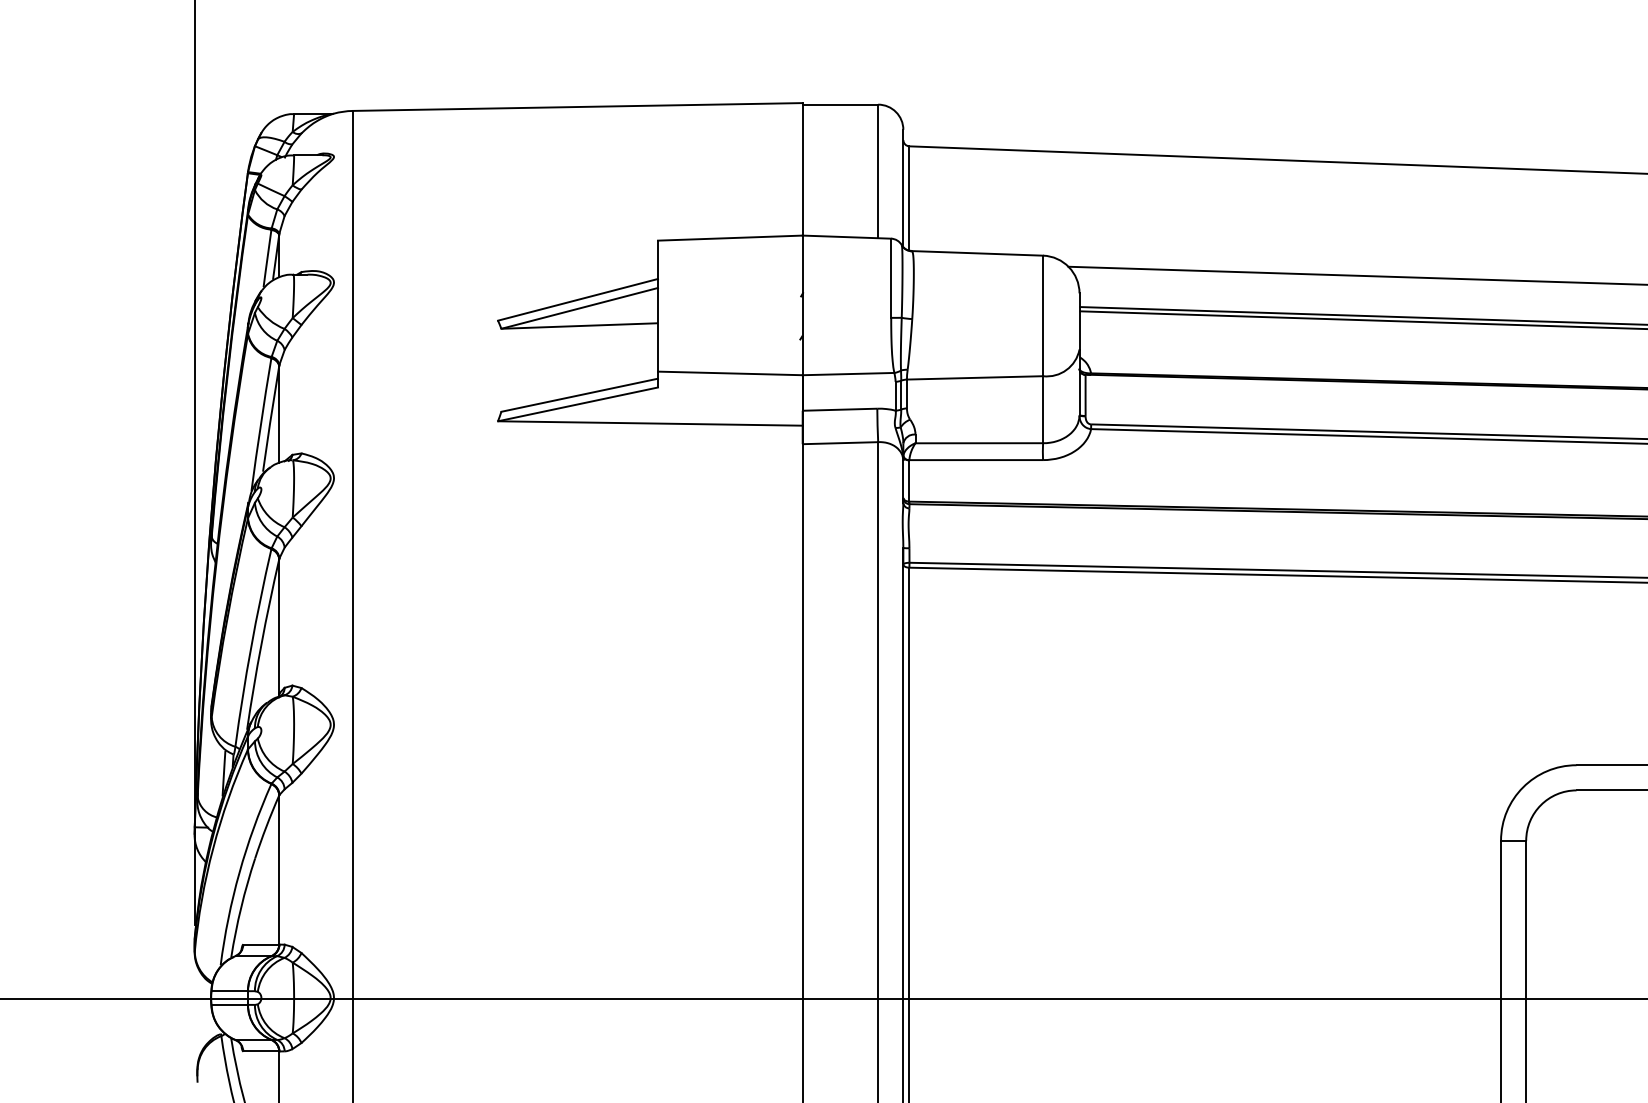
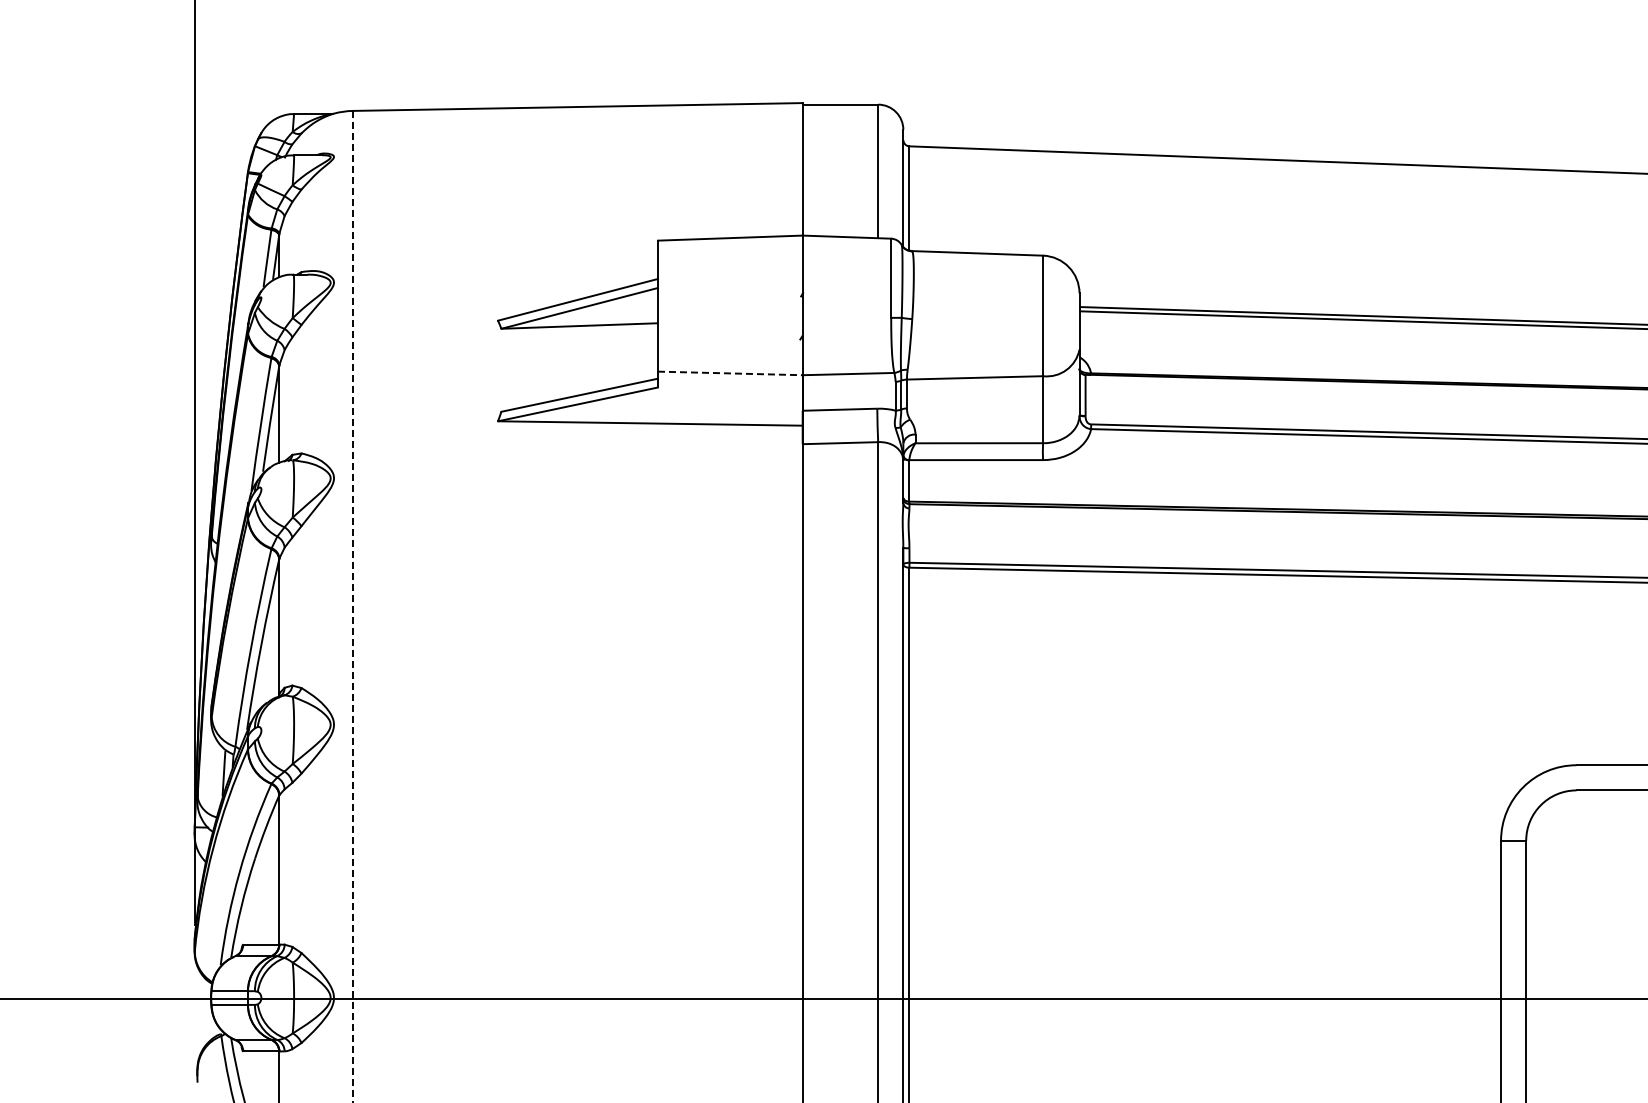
line at (1356, 275): present -> none
line at (730, 373): solid -> dashed
line at (352, 606): solid -> dashed
